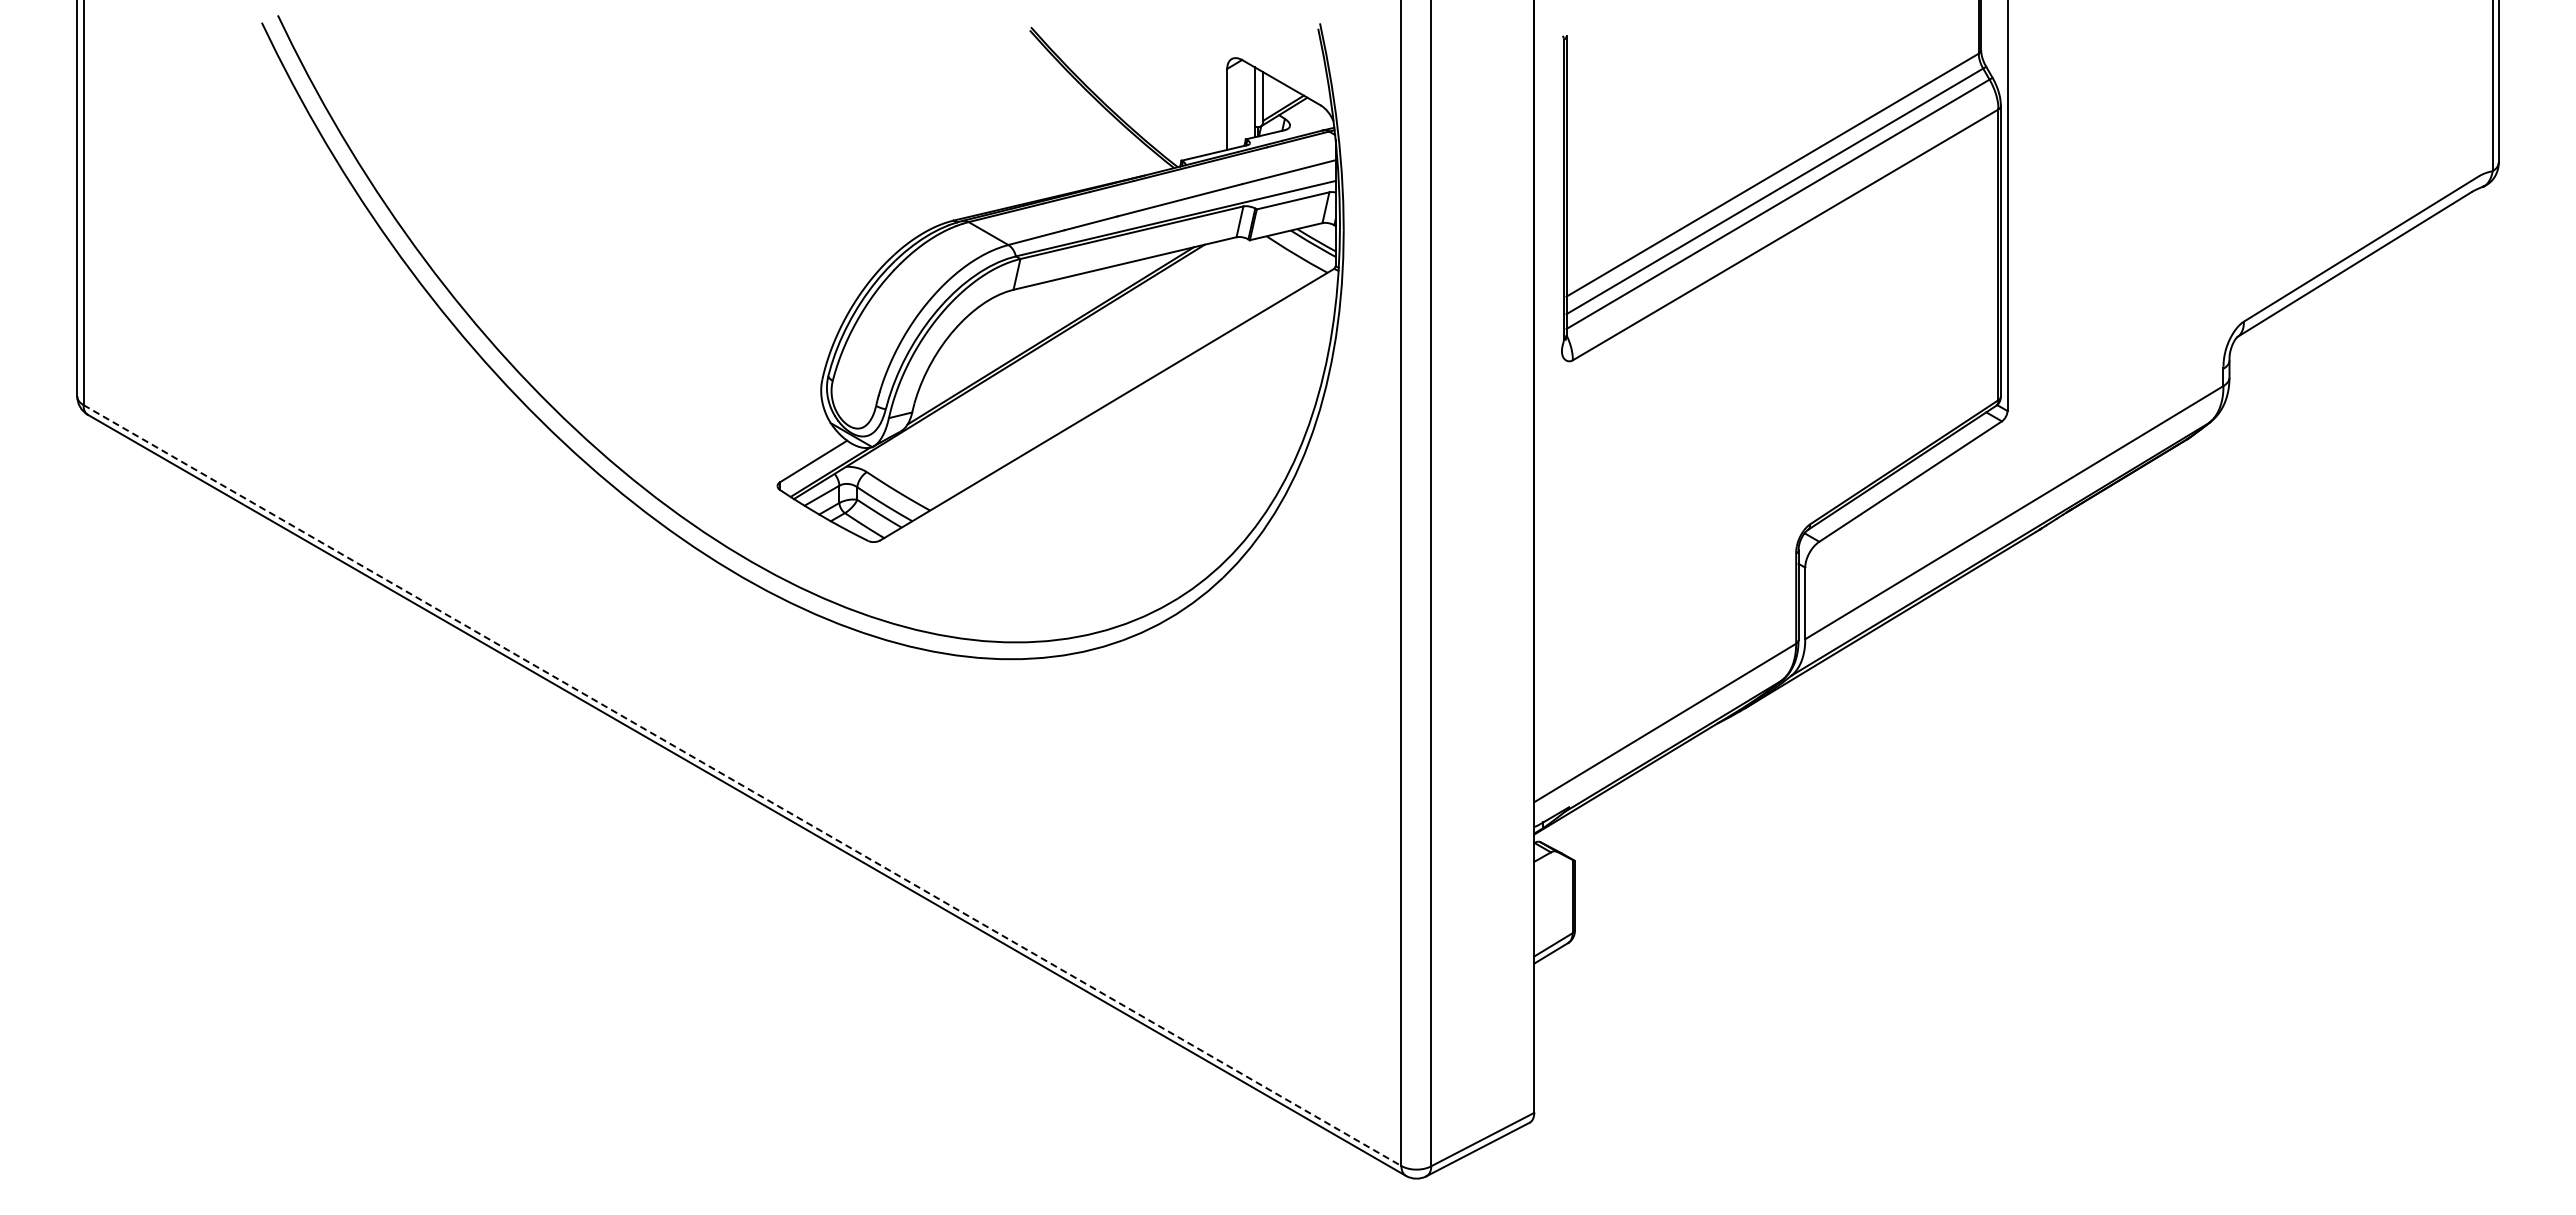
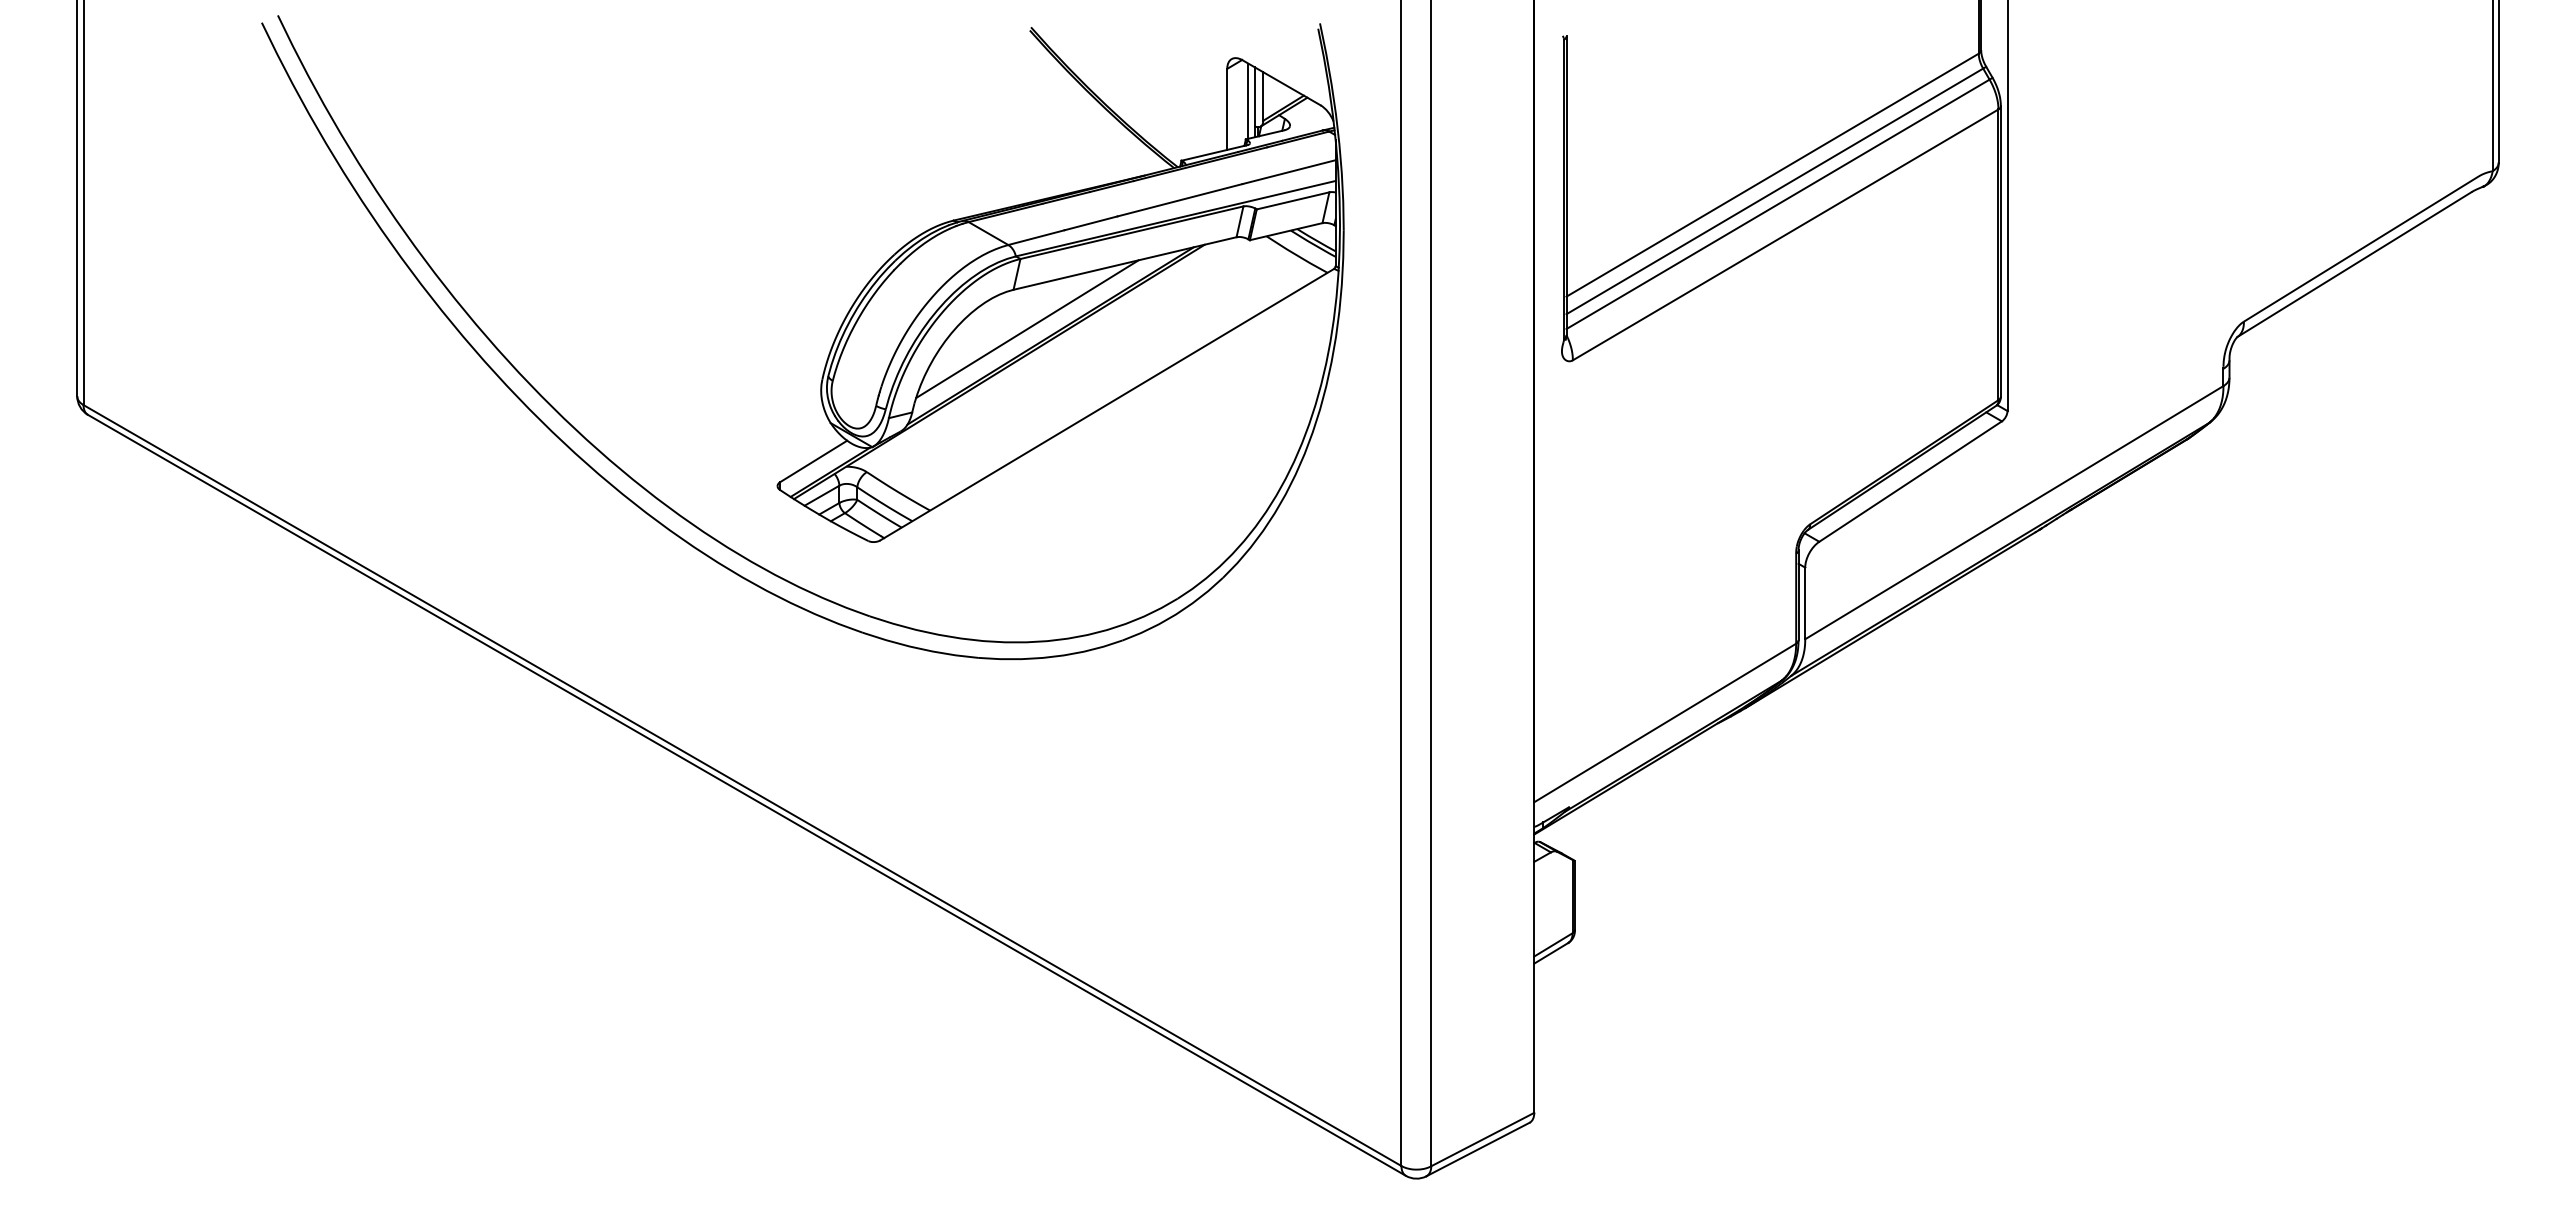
line at (1248, 100): none -> present
line at (1027, 329): none -> present
line at (742, 785): dashed -> solid
